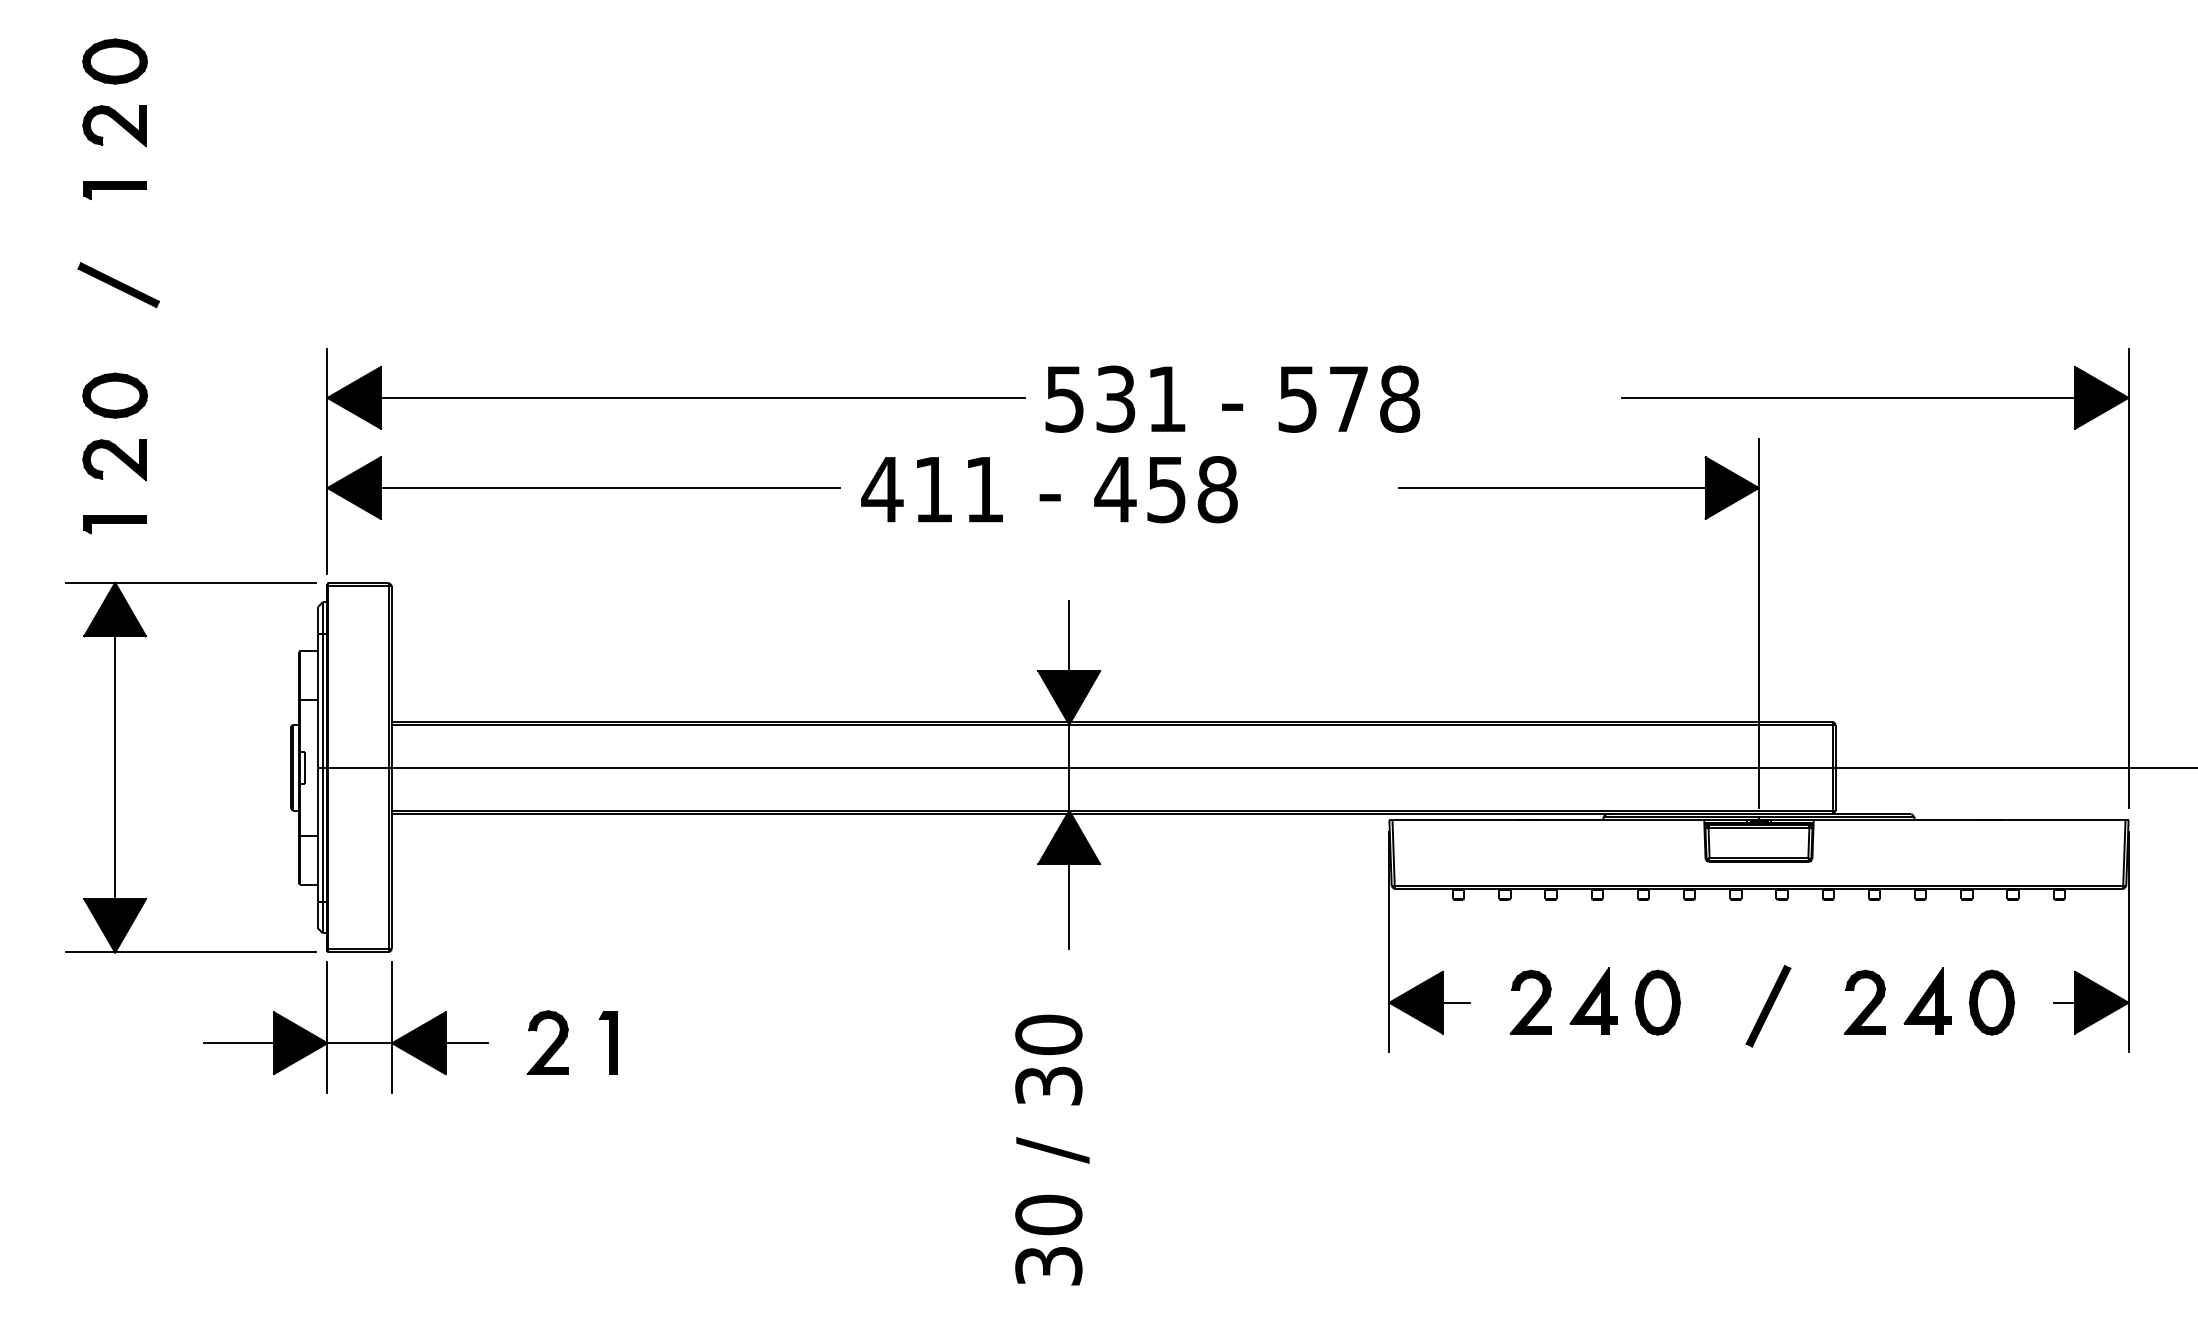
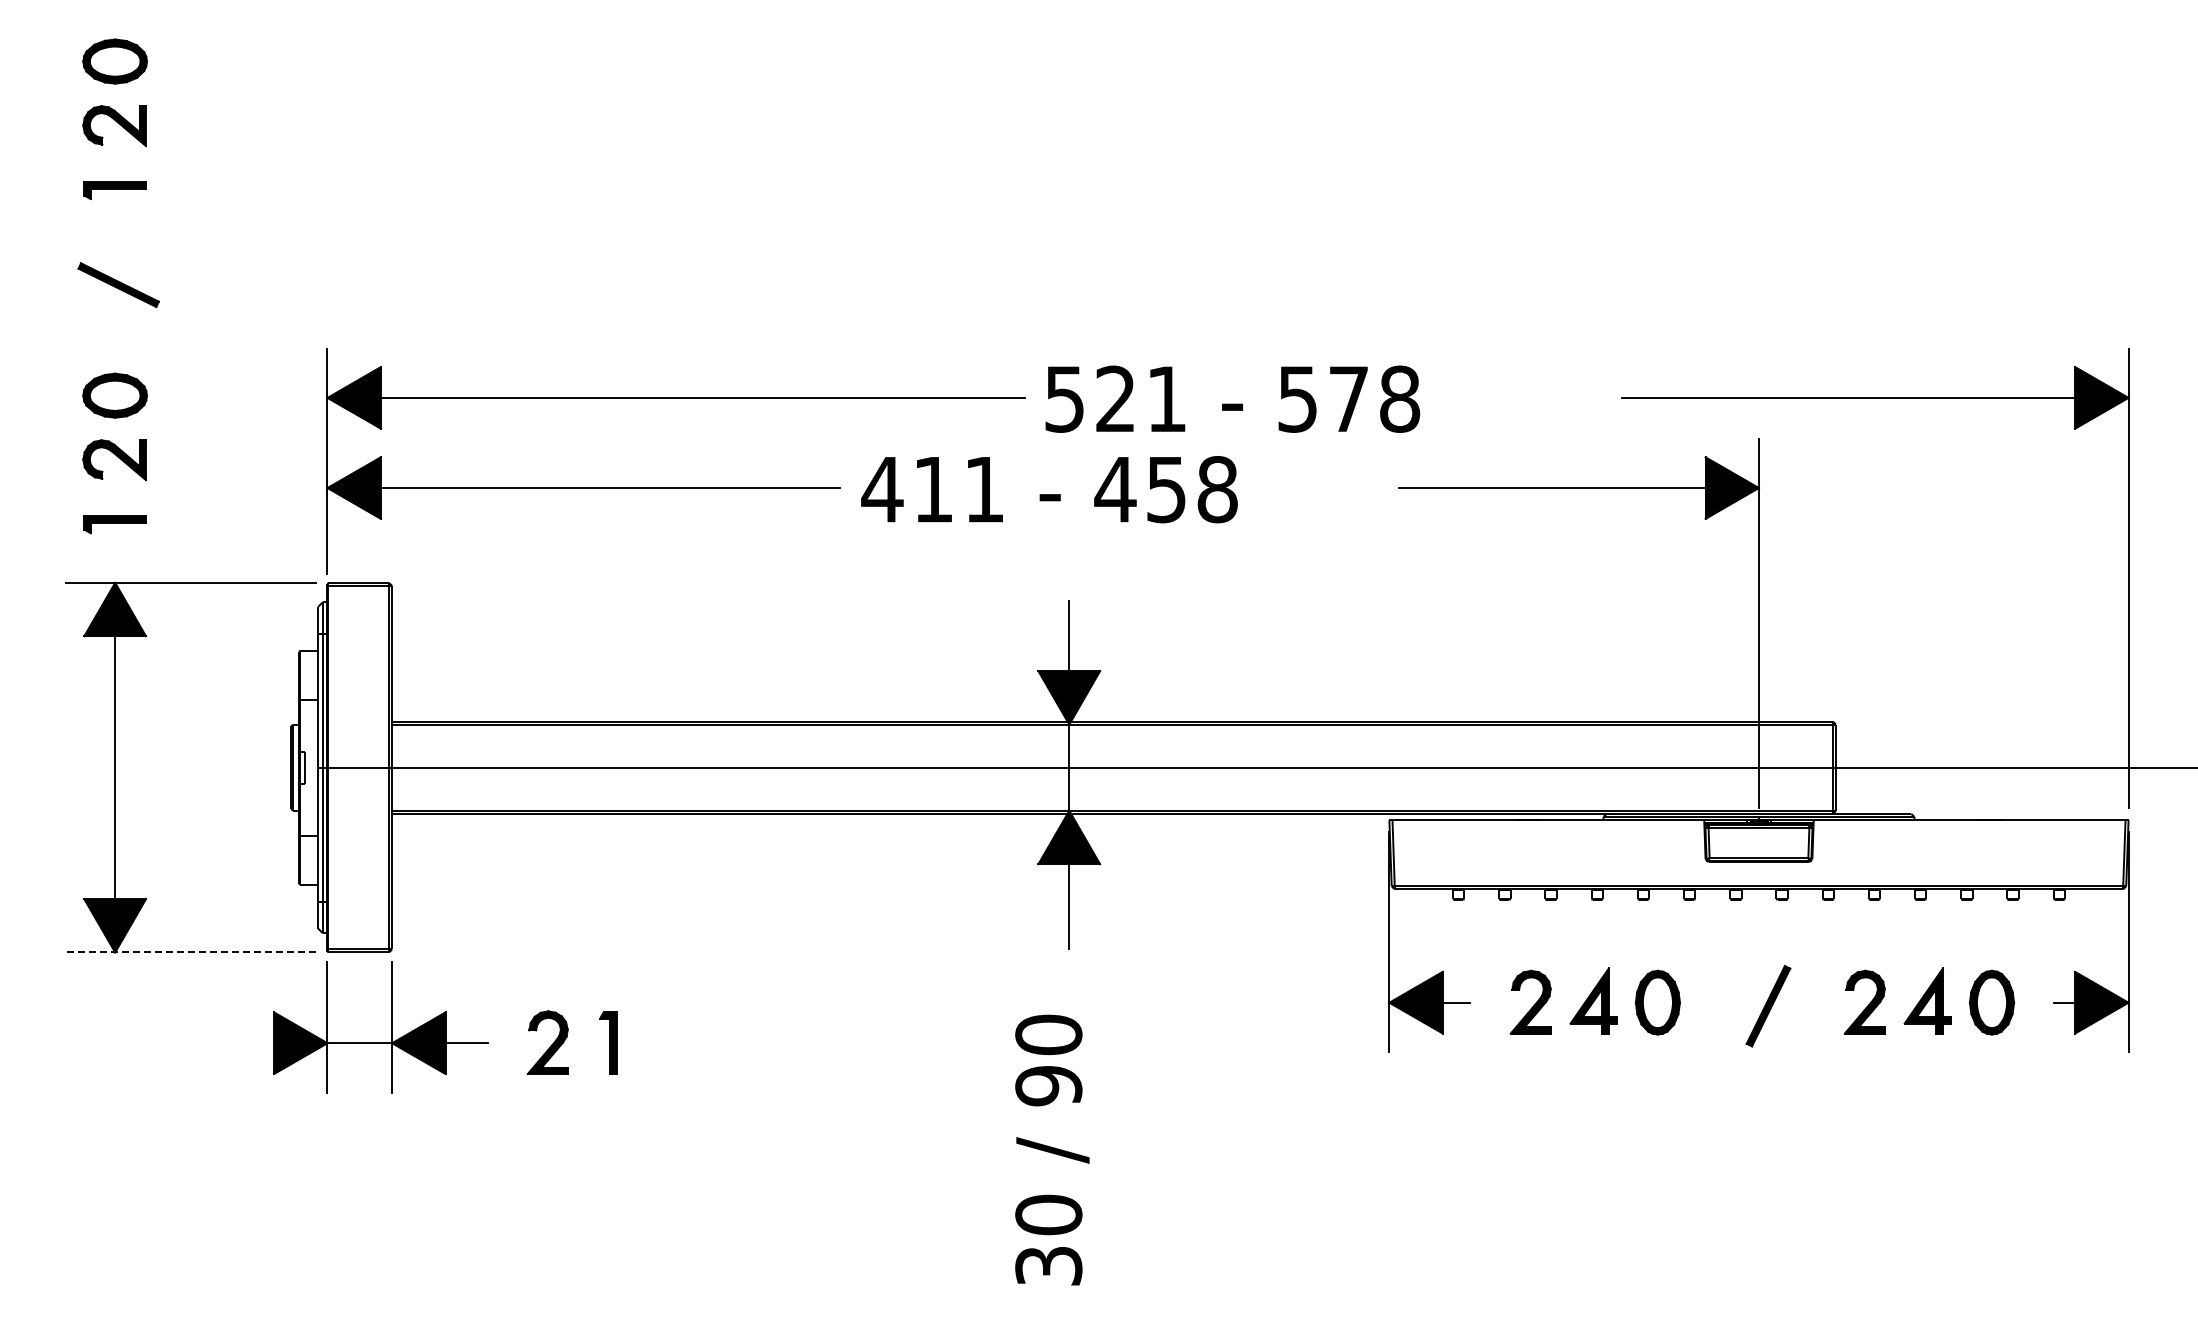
text at (1115, 398): 531 -> 521
line at (190, 952): solid -> dashed
line at (239, 1043): present -> none
text at (1048, 1086): 30 -> 90
